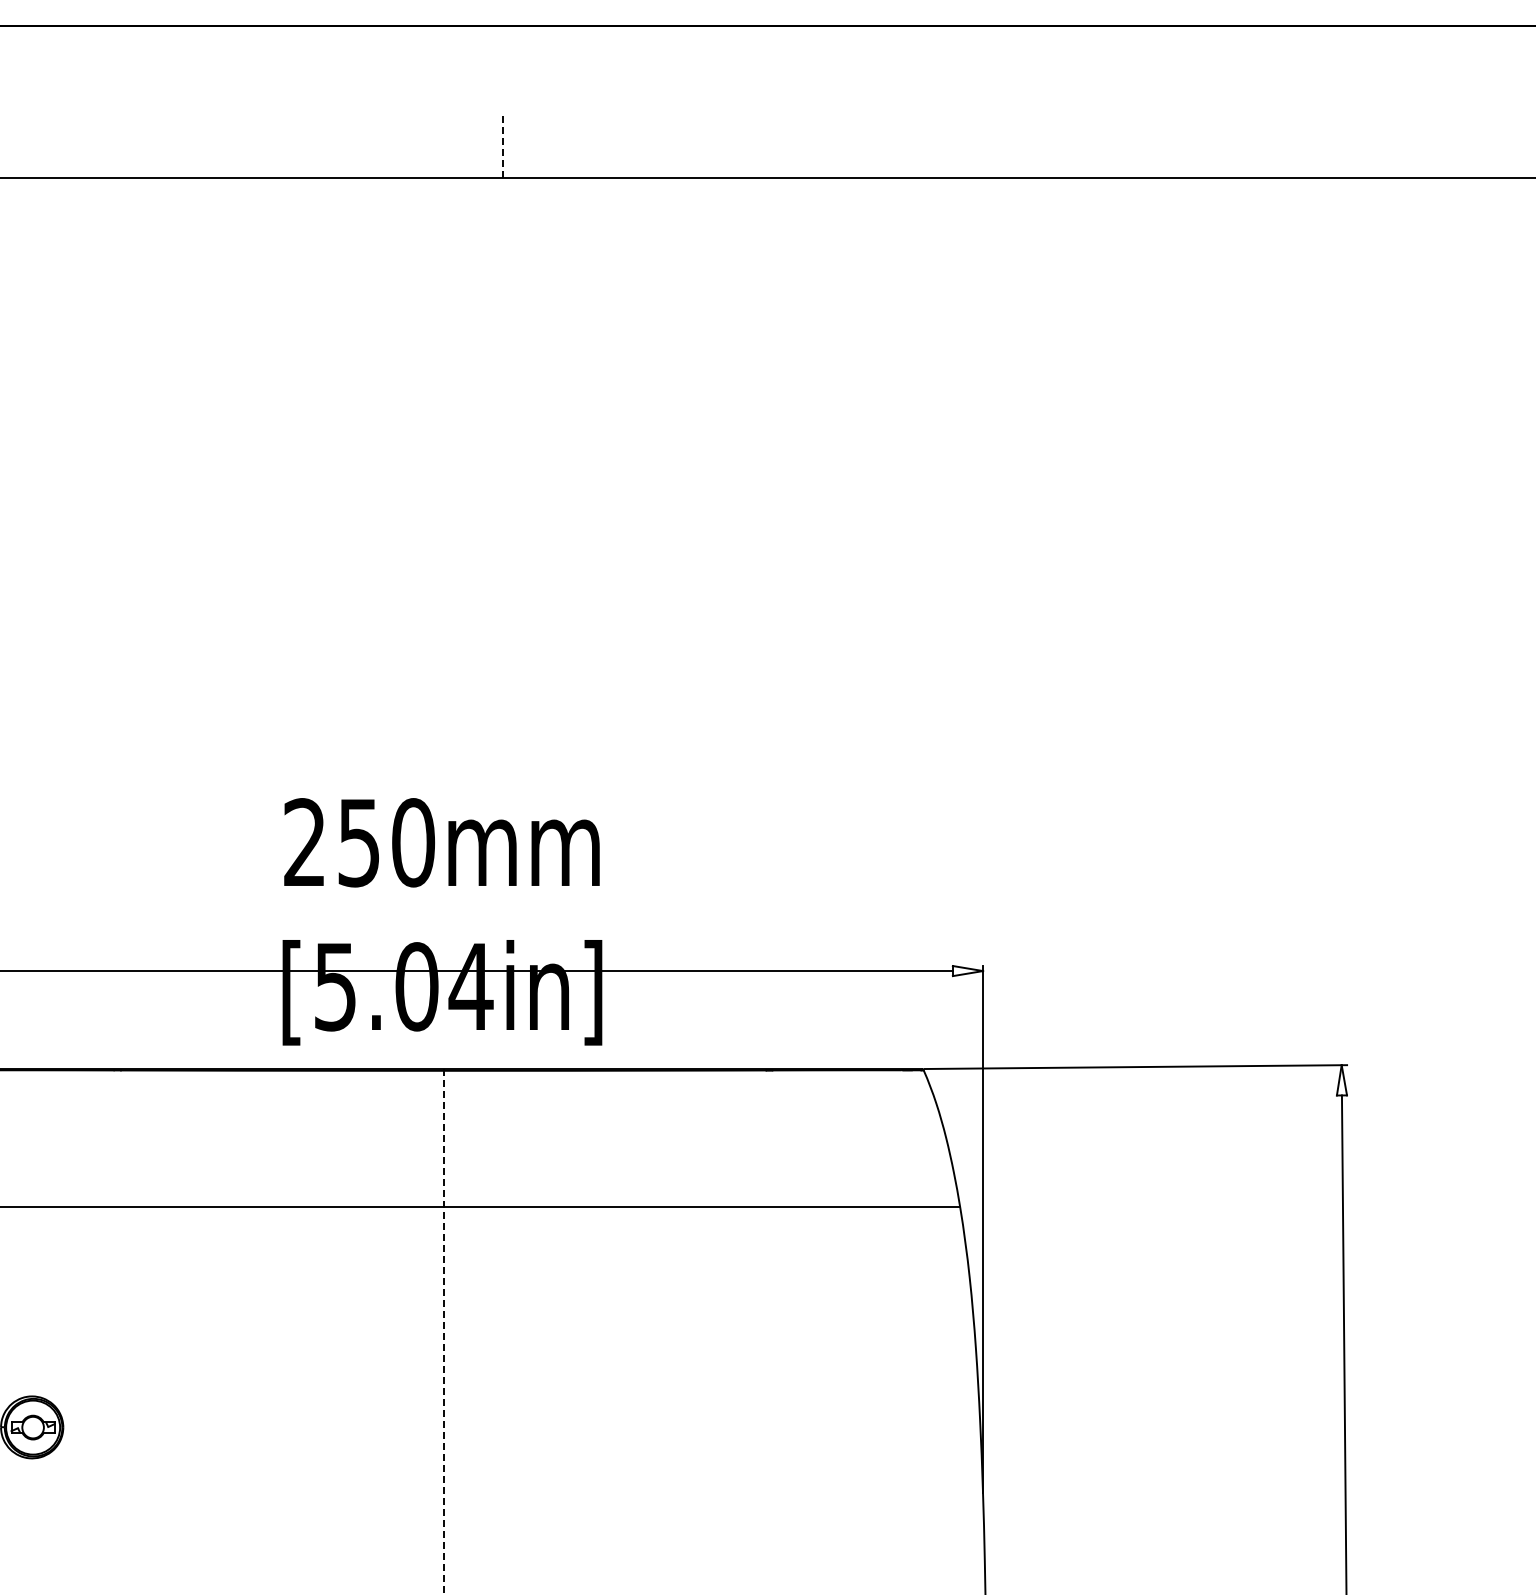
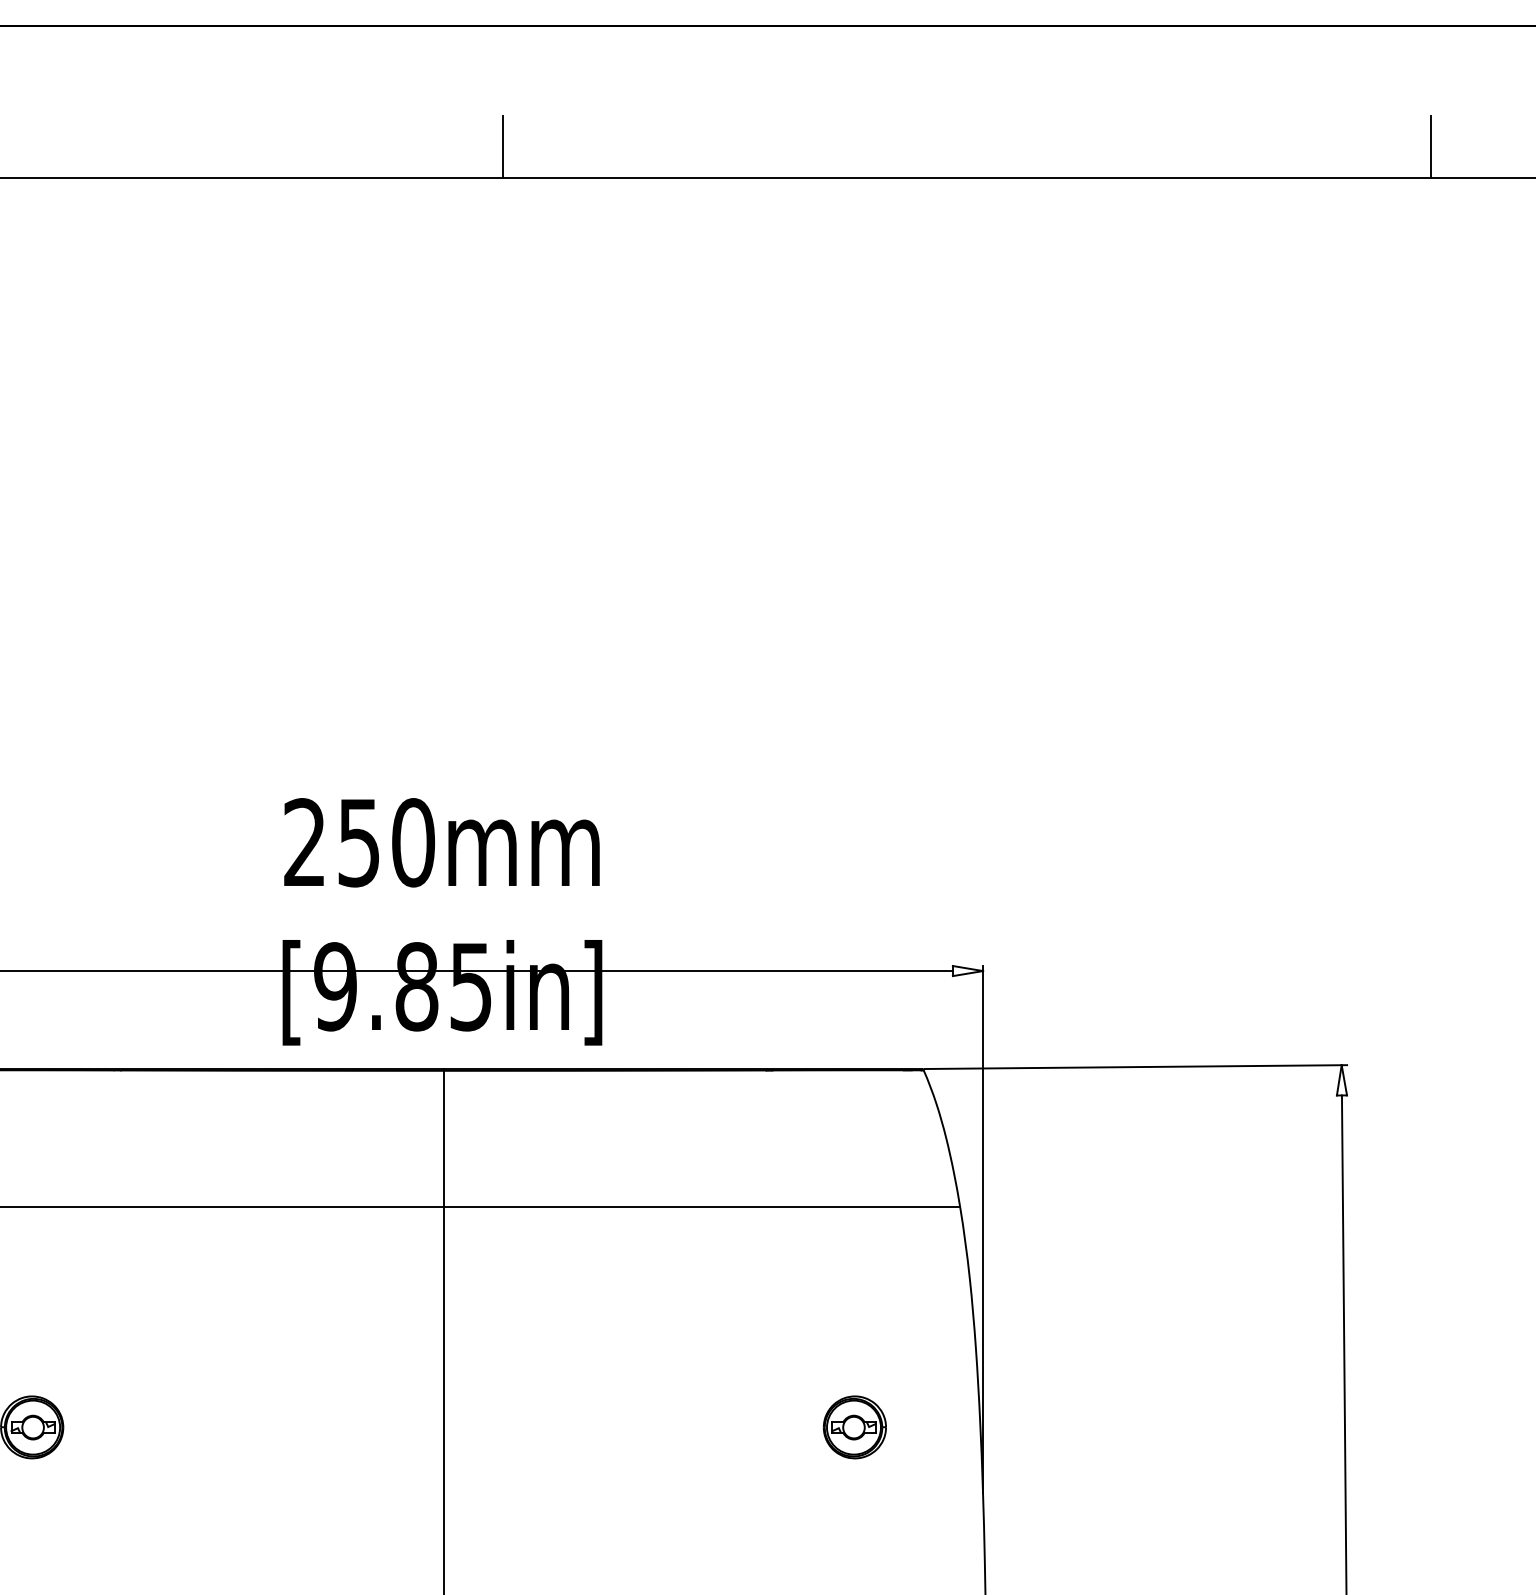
line at (1431, 146): none -> present
line at (503, 147): dashed -> solid
text at (403, 986): [5.04in] -> [9.85in]
line at (443, 1331): dashed -> solid
part at (854, 1427): none -> present
